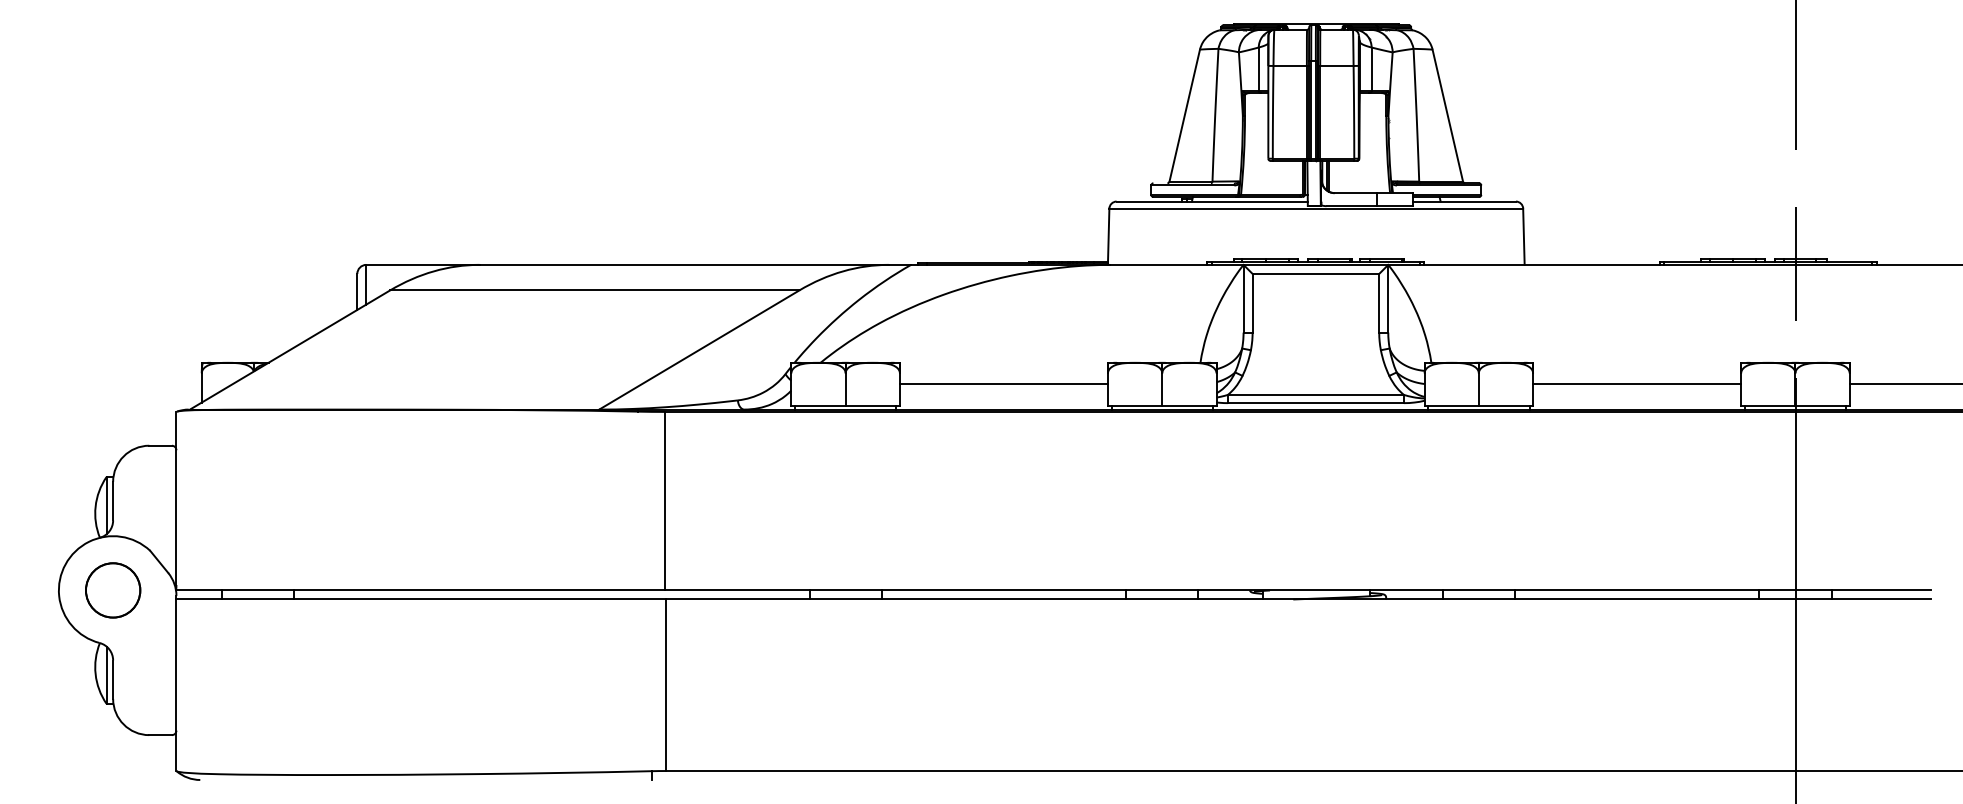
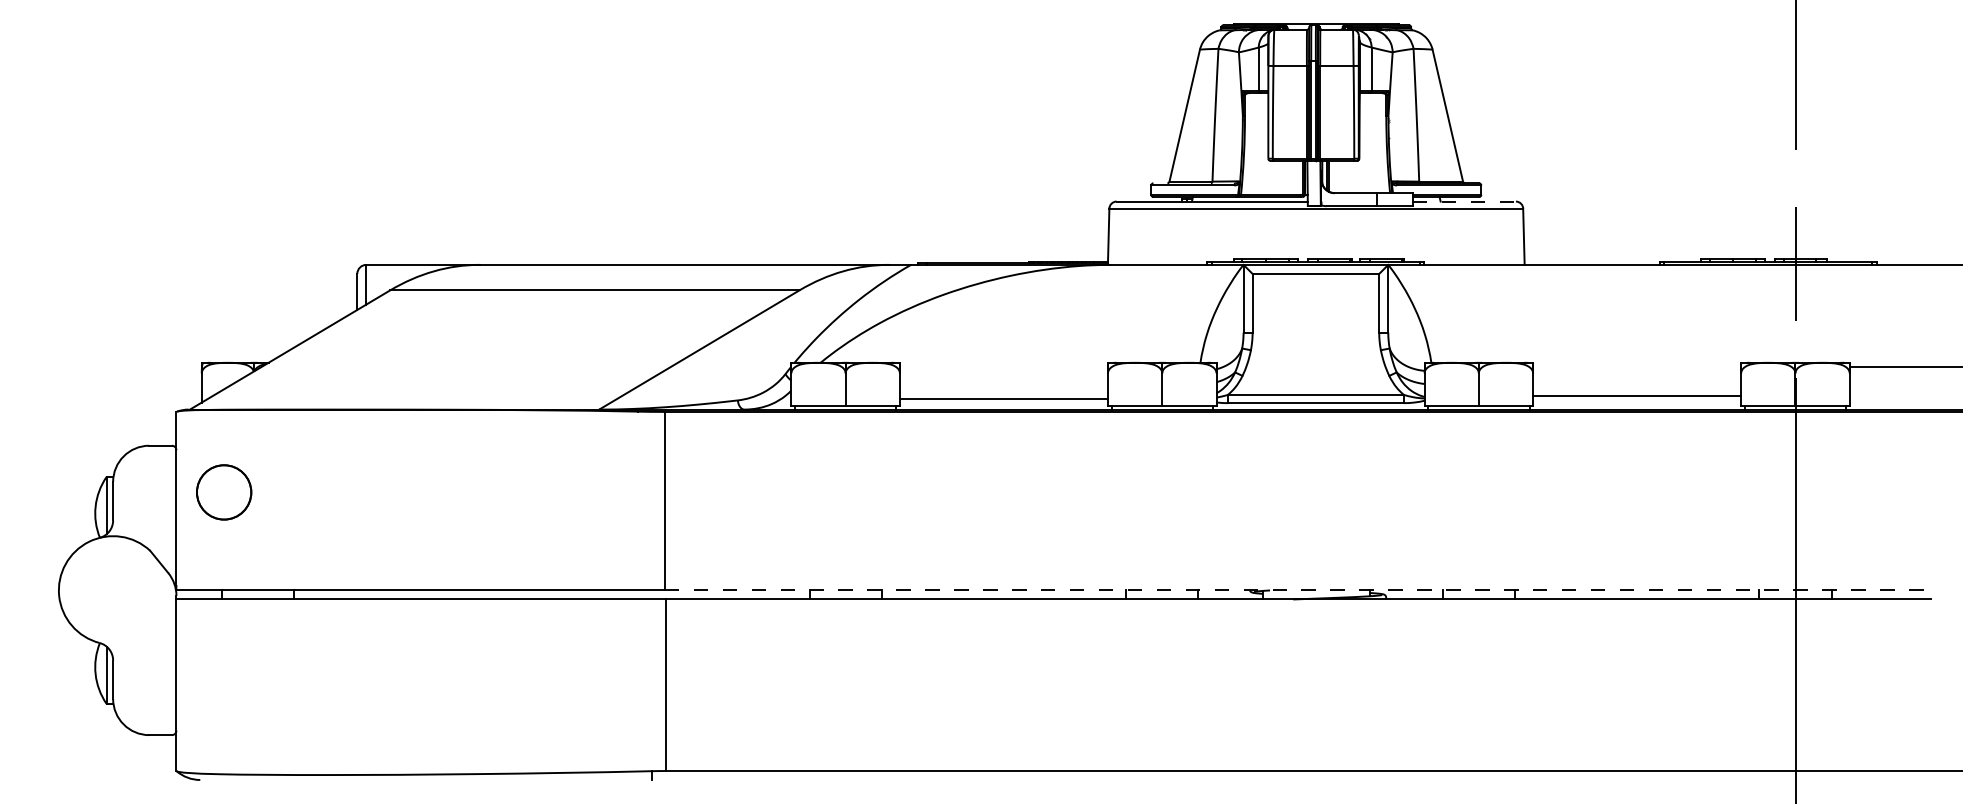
line at (1464, 201): solid -> dashed
line at (1003, 384) position: (1003, 384) -> (1003, 399)
line at (1637, 384) position: (1637, 384) -> (1637, 396)
line at (1904, 384) position: (1904, 384) -> (1904, 367)
circle at (113, 590) position: (113, 590) -> (224, 492)
line at (1298, 590): solid -> dashed
